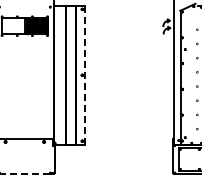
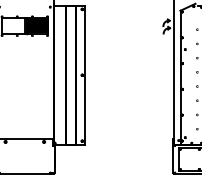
line at (84, 74): dashed -> solid
line at (25, 173): dashed -> solid
